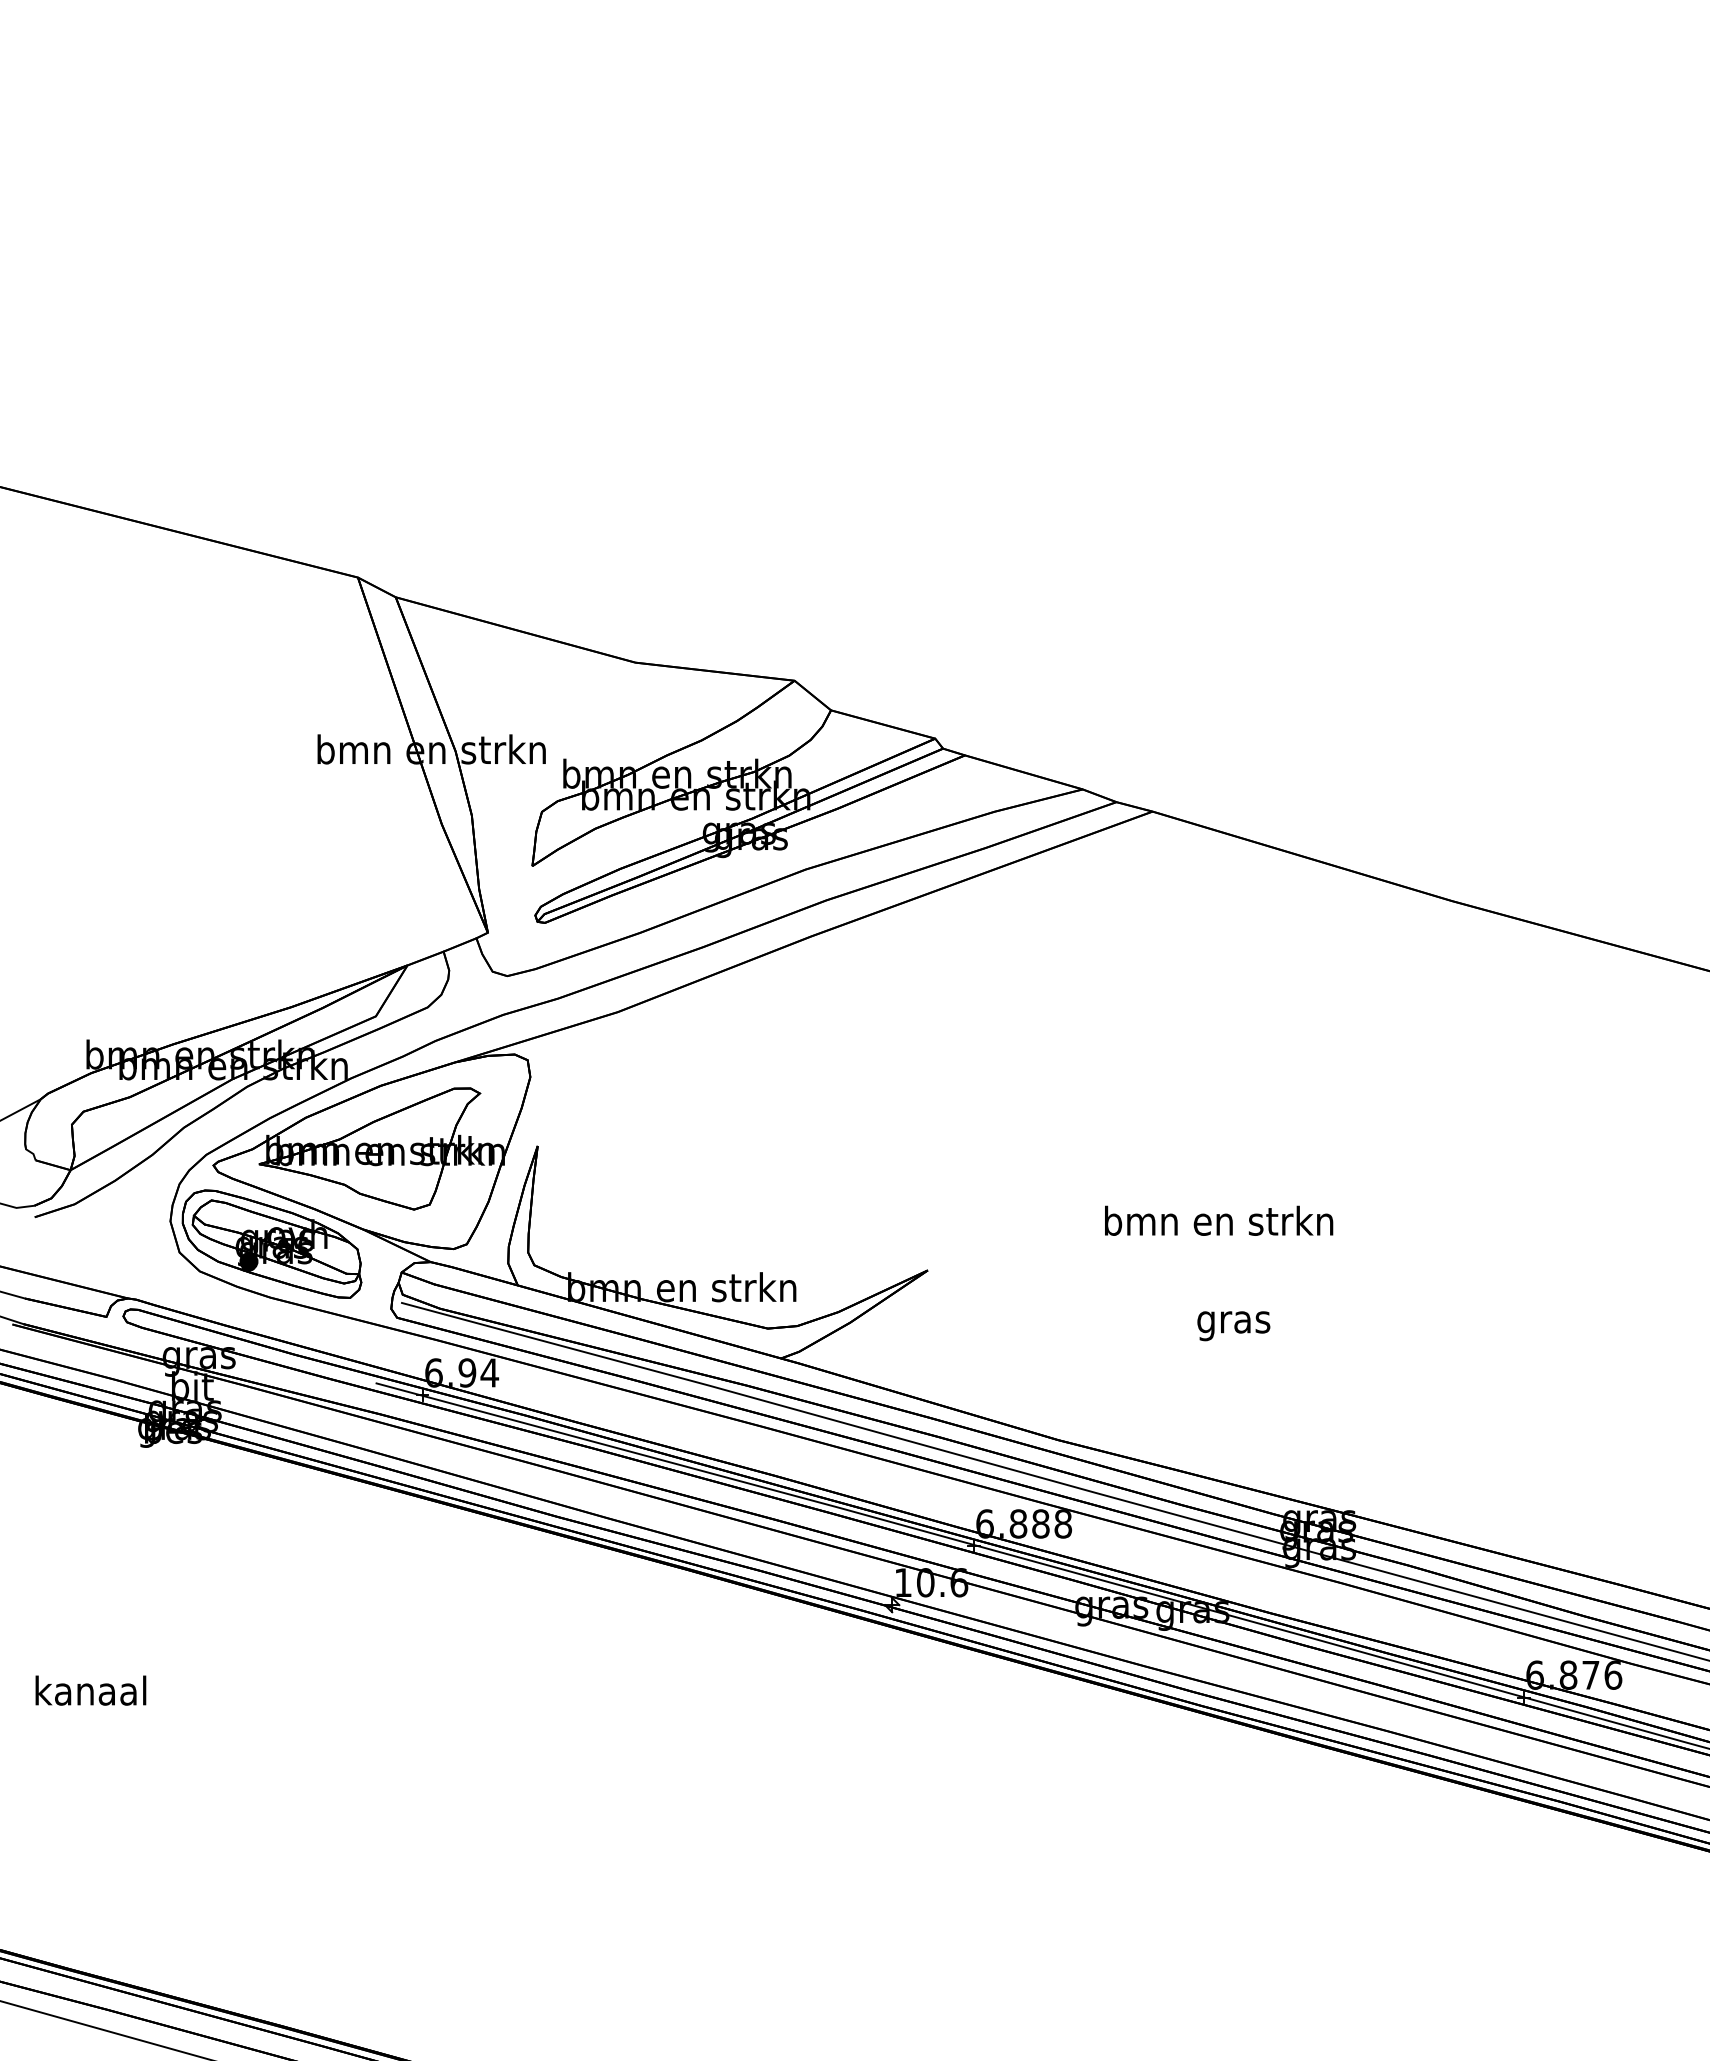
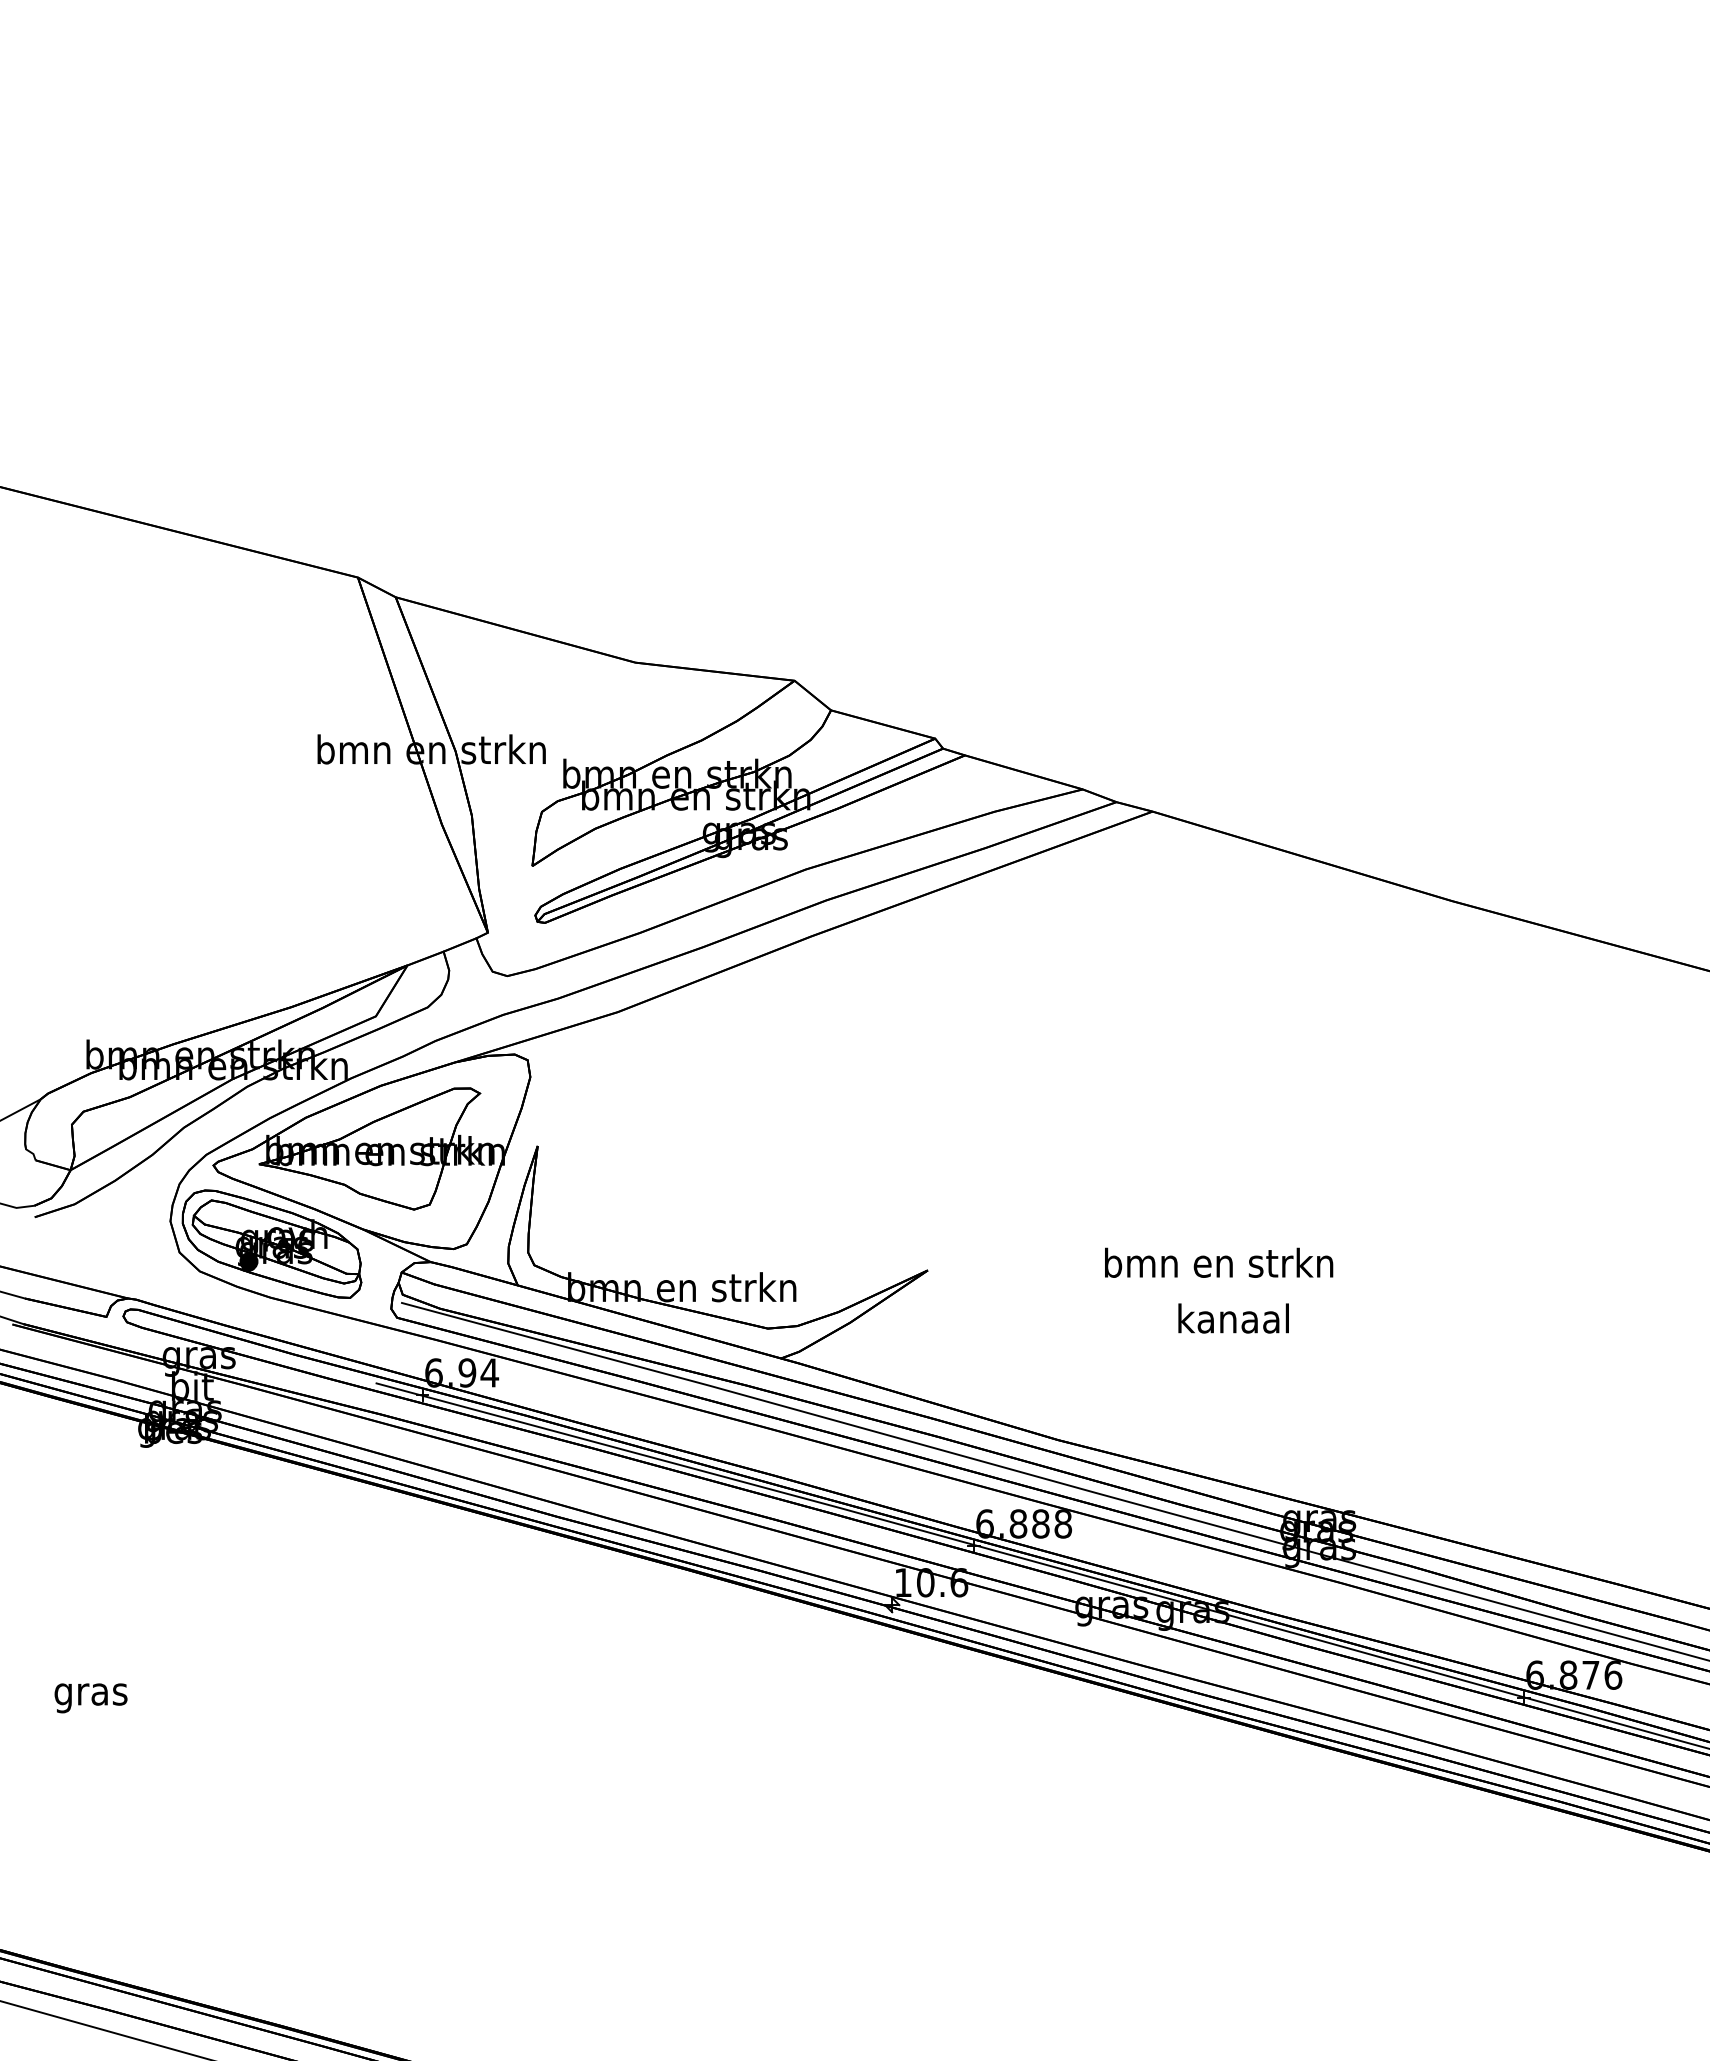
text at (1219, 1220) position: (1219, 1220) -> (1219, 1262)
text at (1233, 1322): gras -> kanaal
text at (90, 1694): kanaal -> gras
